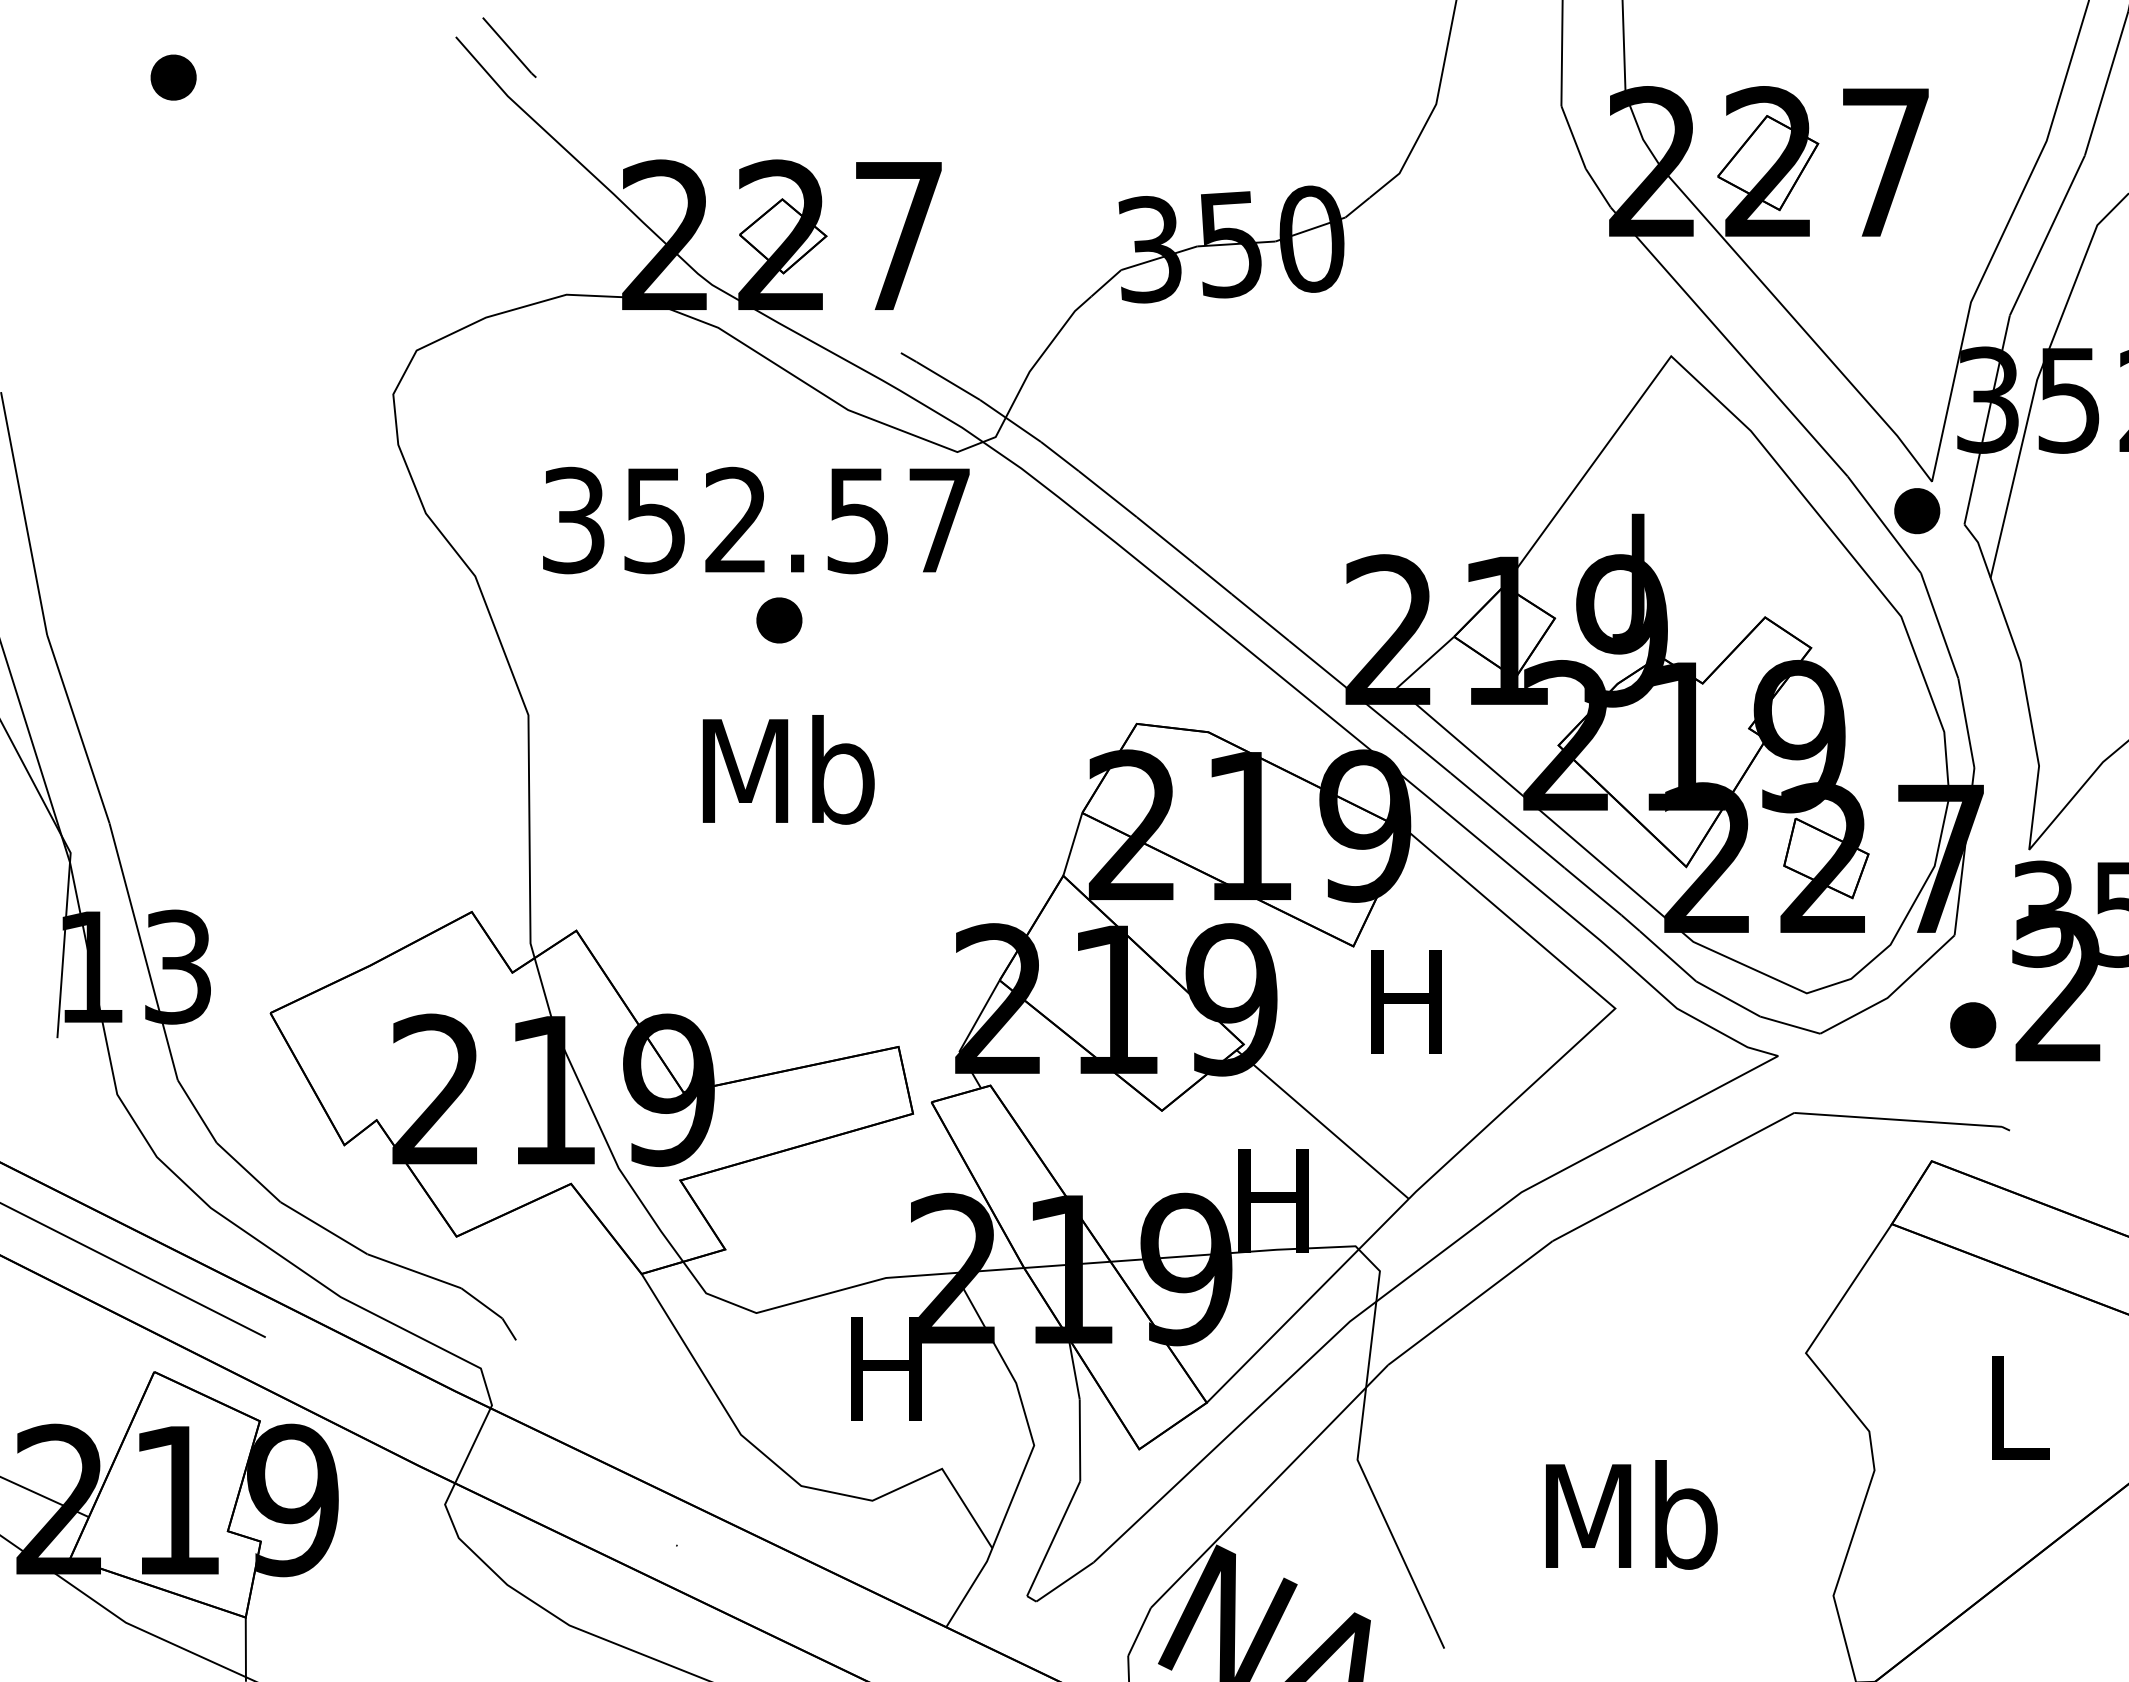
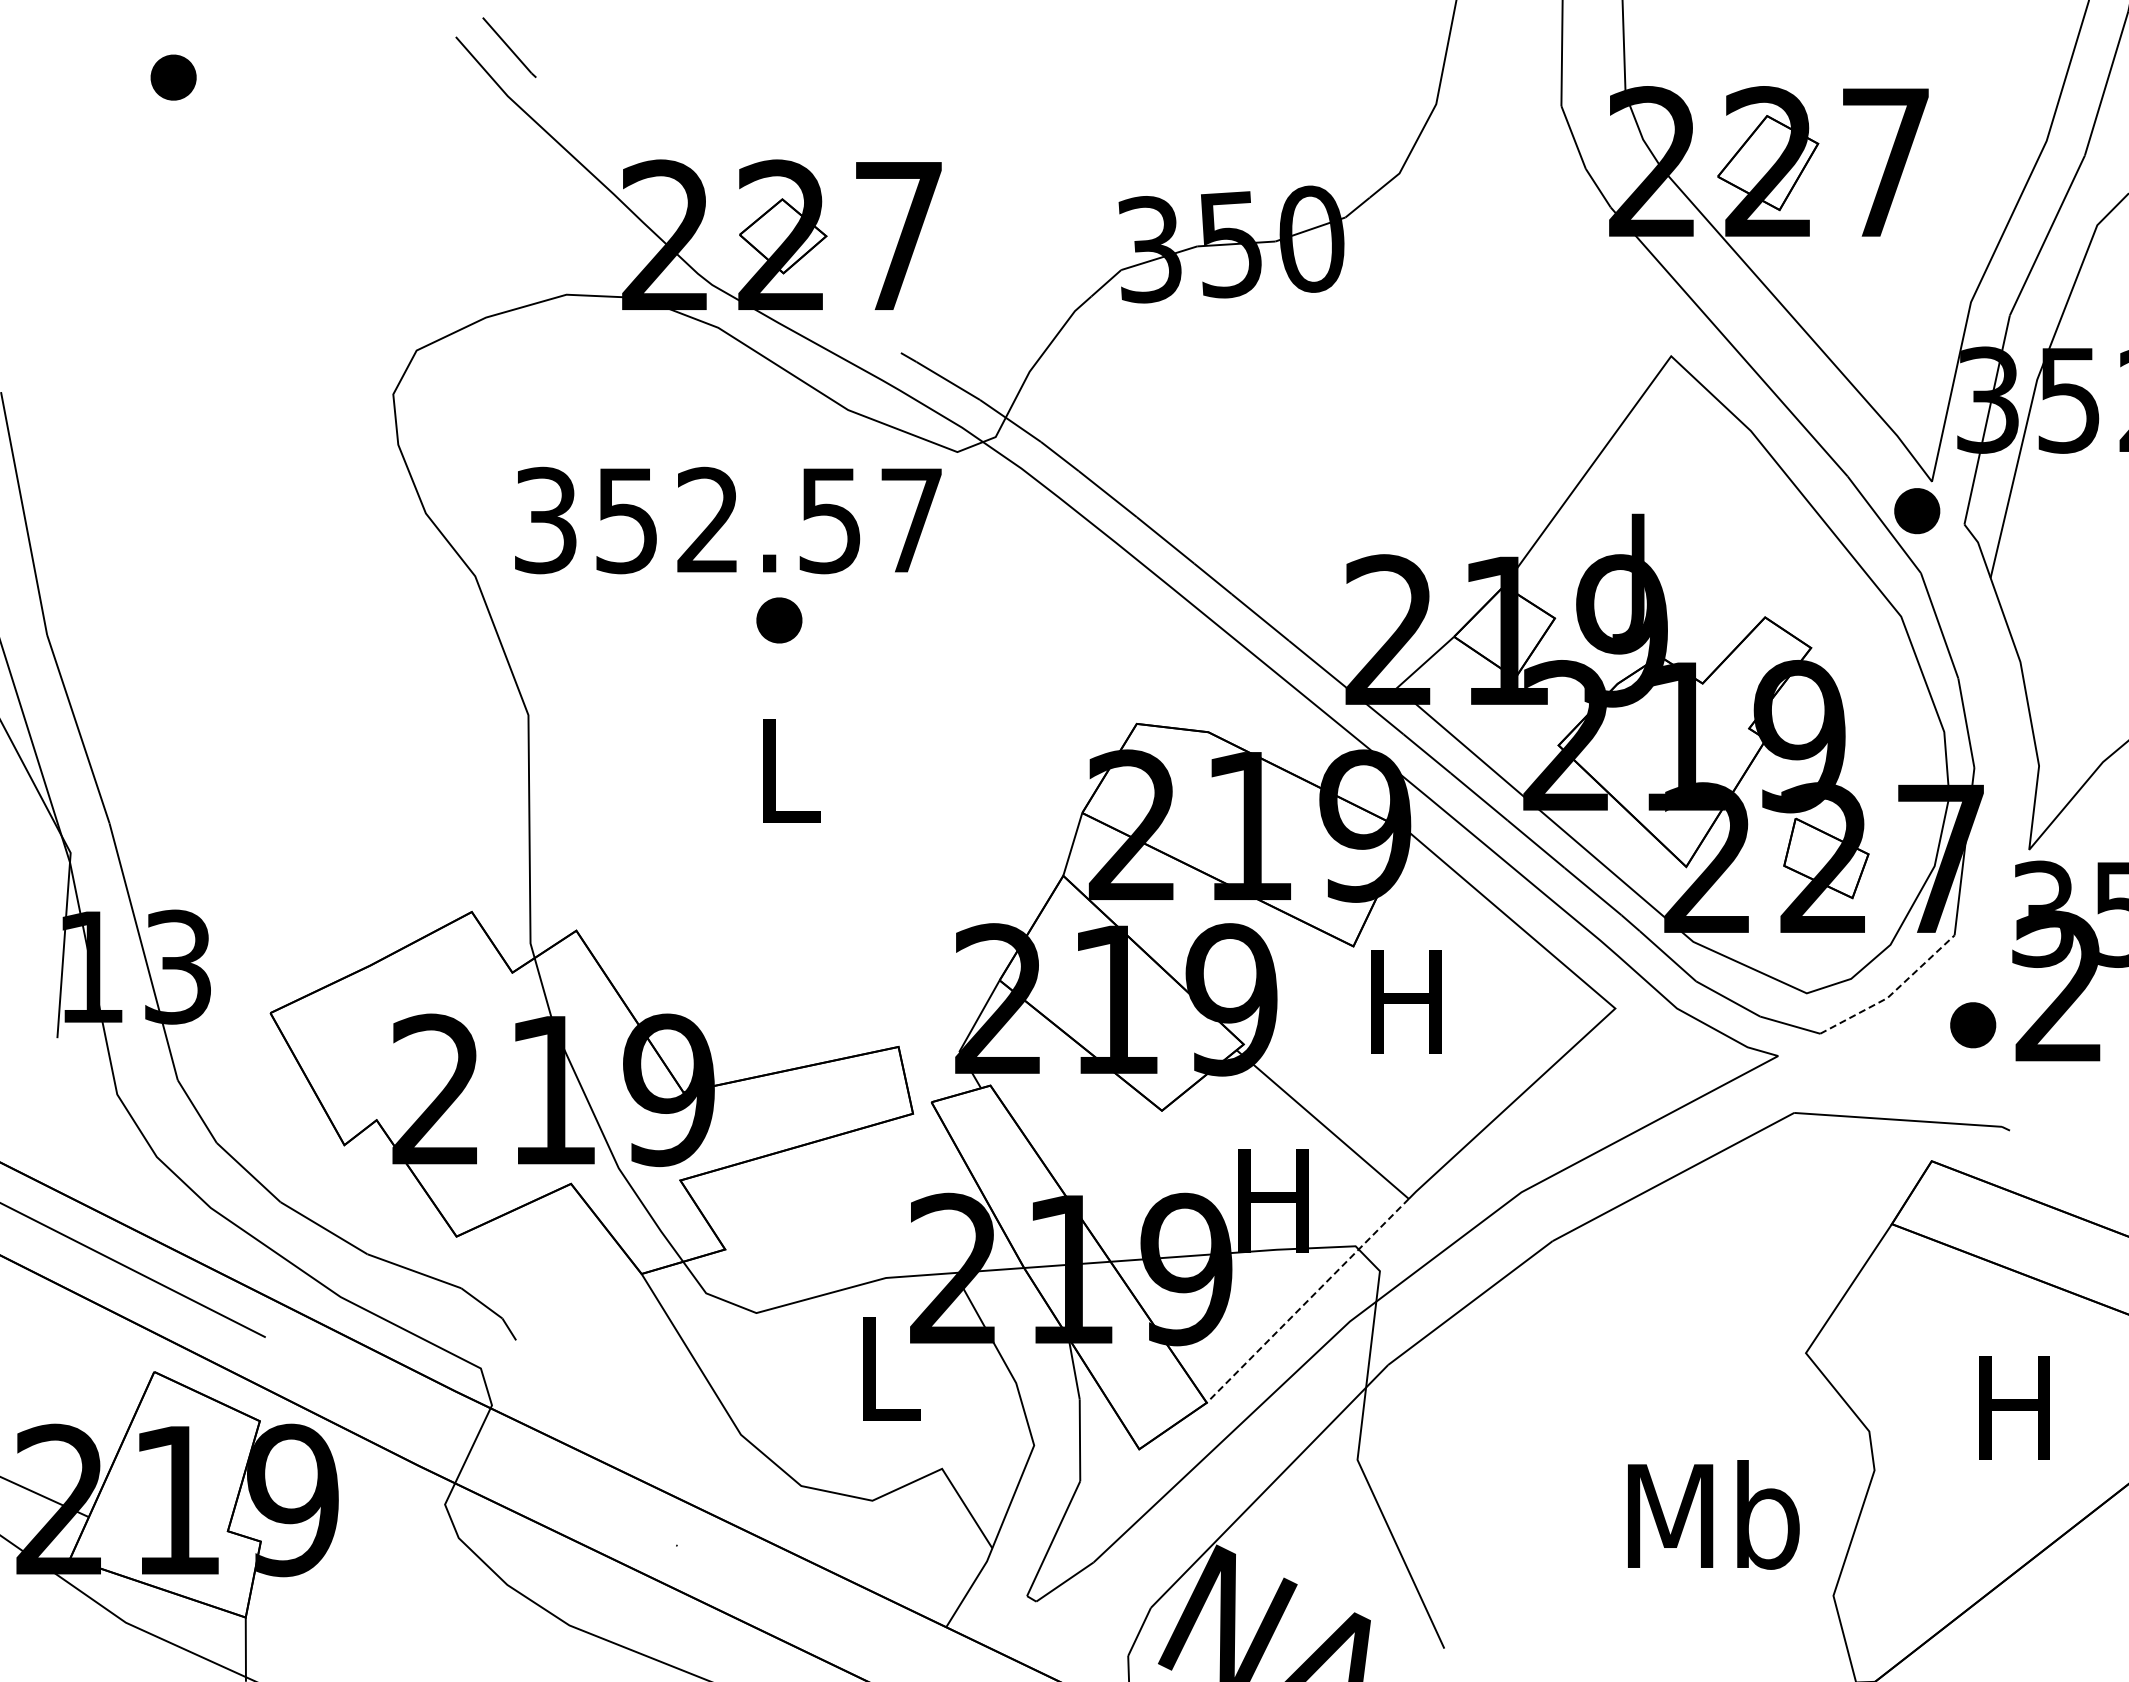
text at (756, 520) position: (756, 520) -> (728, 520)
text at (788, 769): Mb -> L
line at (1892, 993): solid -> dashed
line at (1307, 1300): solid -> dashed
text at (886, 1368): H -> L
text at (2014, 1407): L -> H
text at (1631, 1514) position: (1631, 1514) -> (1713, 1514)
